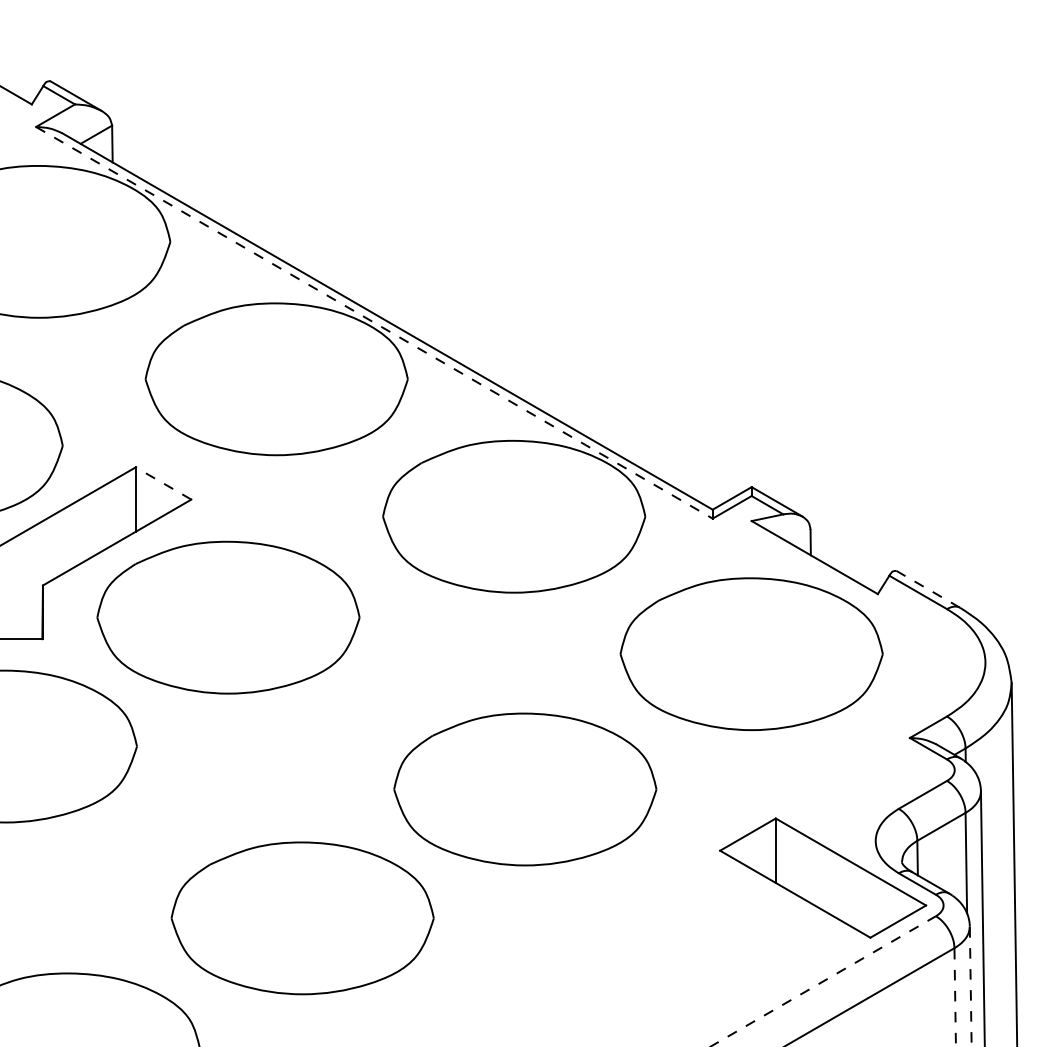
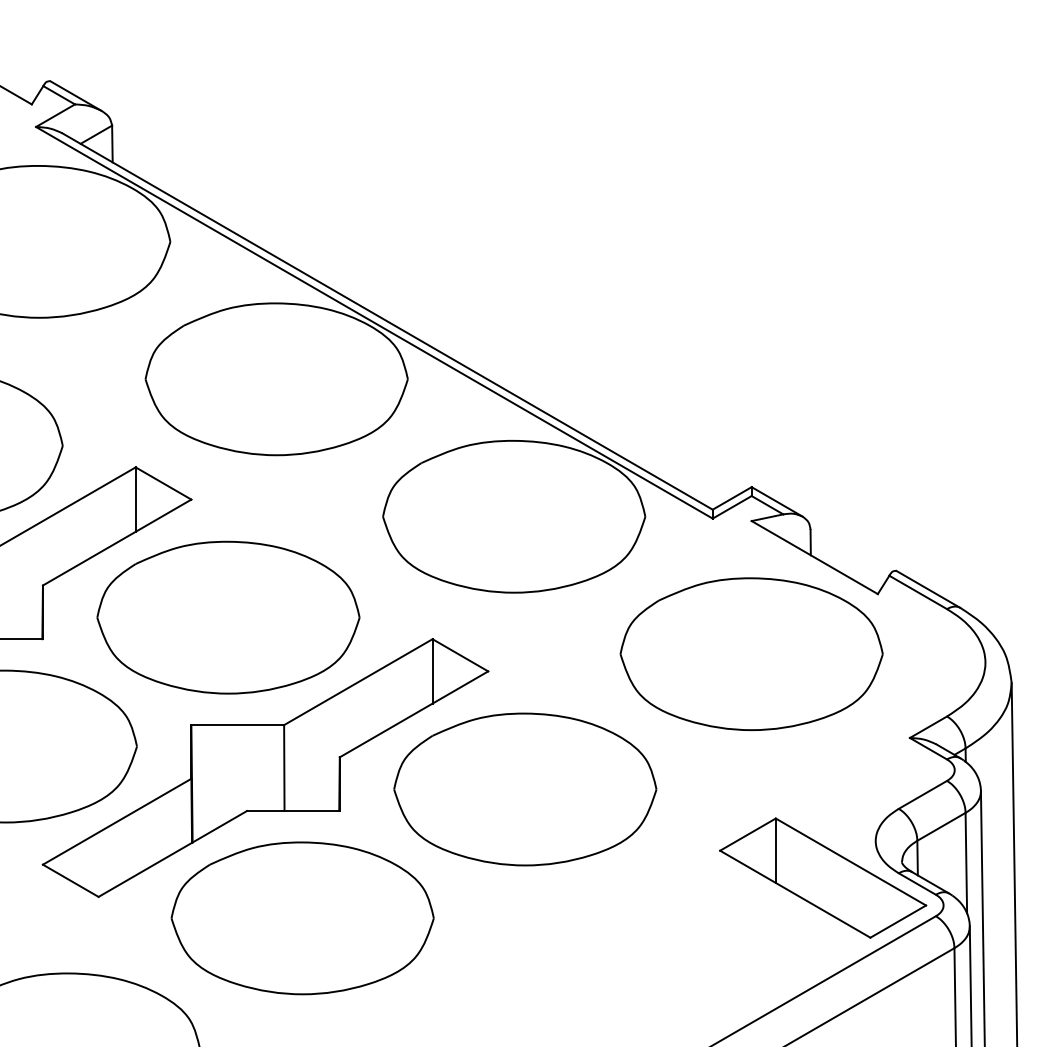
line at (374, 322): dashed -> solid
line at (163, 483): dashed -> solid
line at (928, 589): dashed -> solid
part at (265, 767): none -> present
line at (823, 981): dashed -> solid
line at (970, 986): dashed -> solid
line at (955, 997): dashed -> solid
